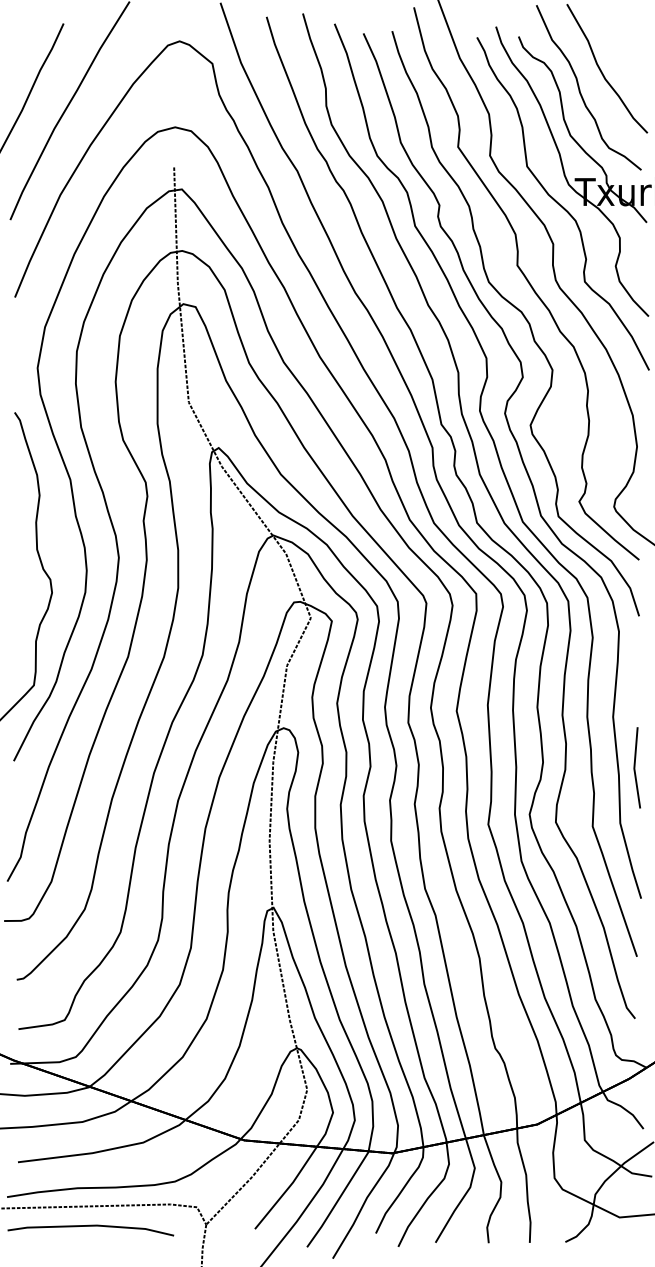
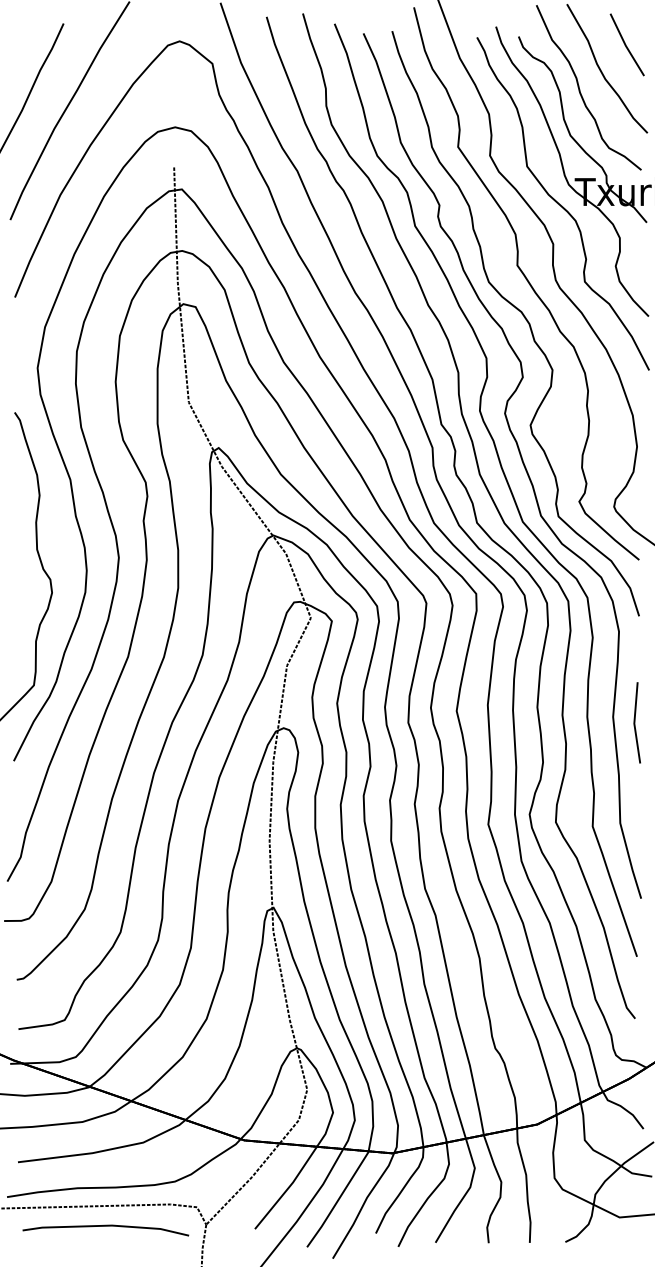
part at (626, 44): none -> present
line at (635, 767) position: (635, 767) -> (635, 722)
line at (90, 1226) position: (90, 1226) -> (105, 1226)
